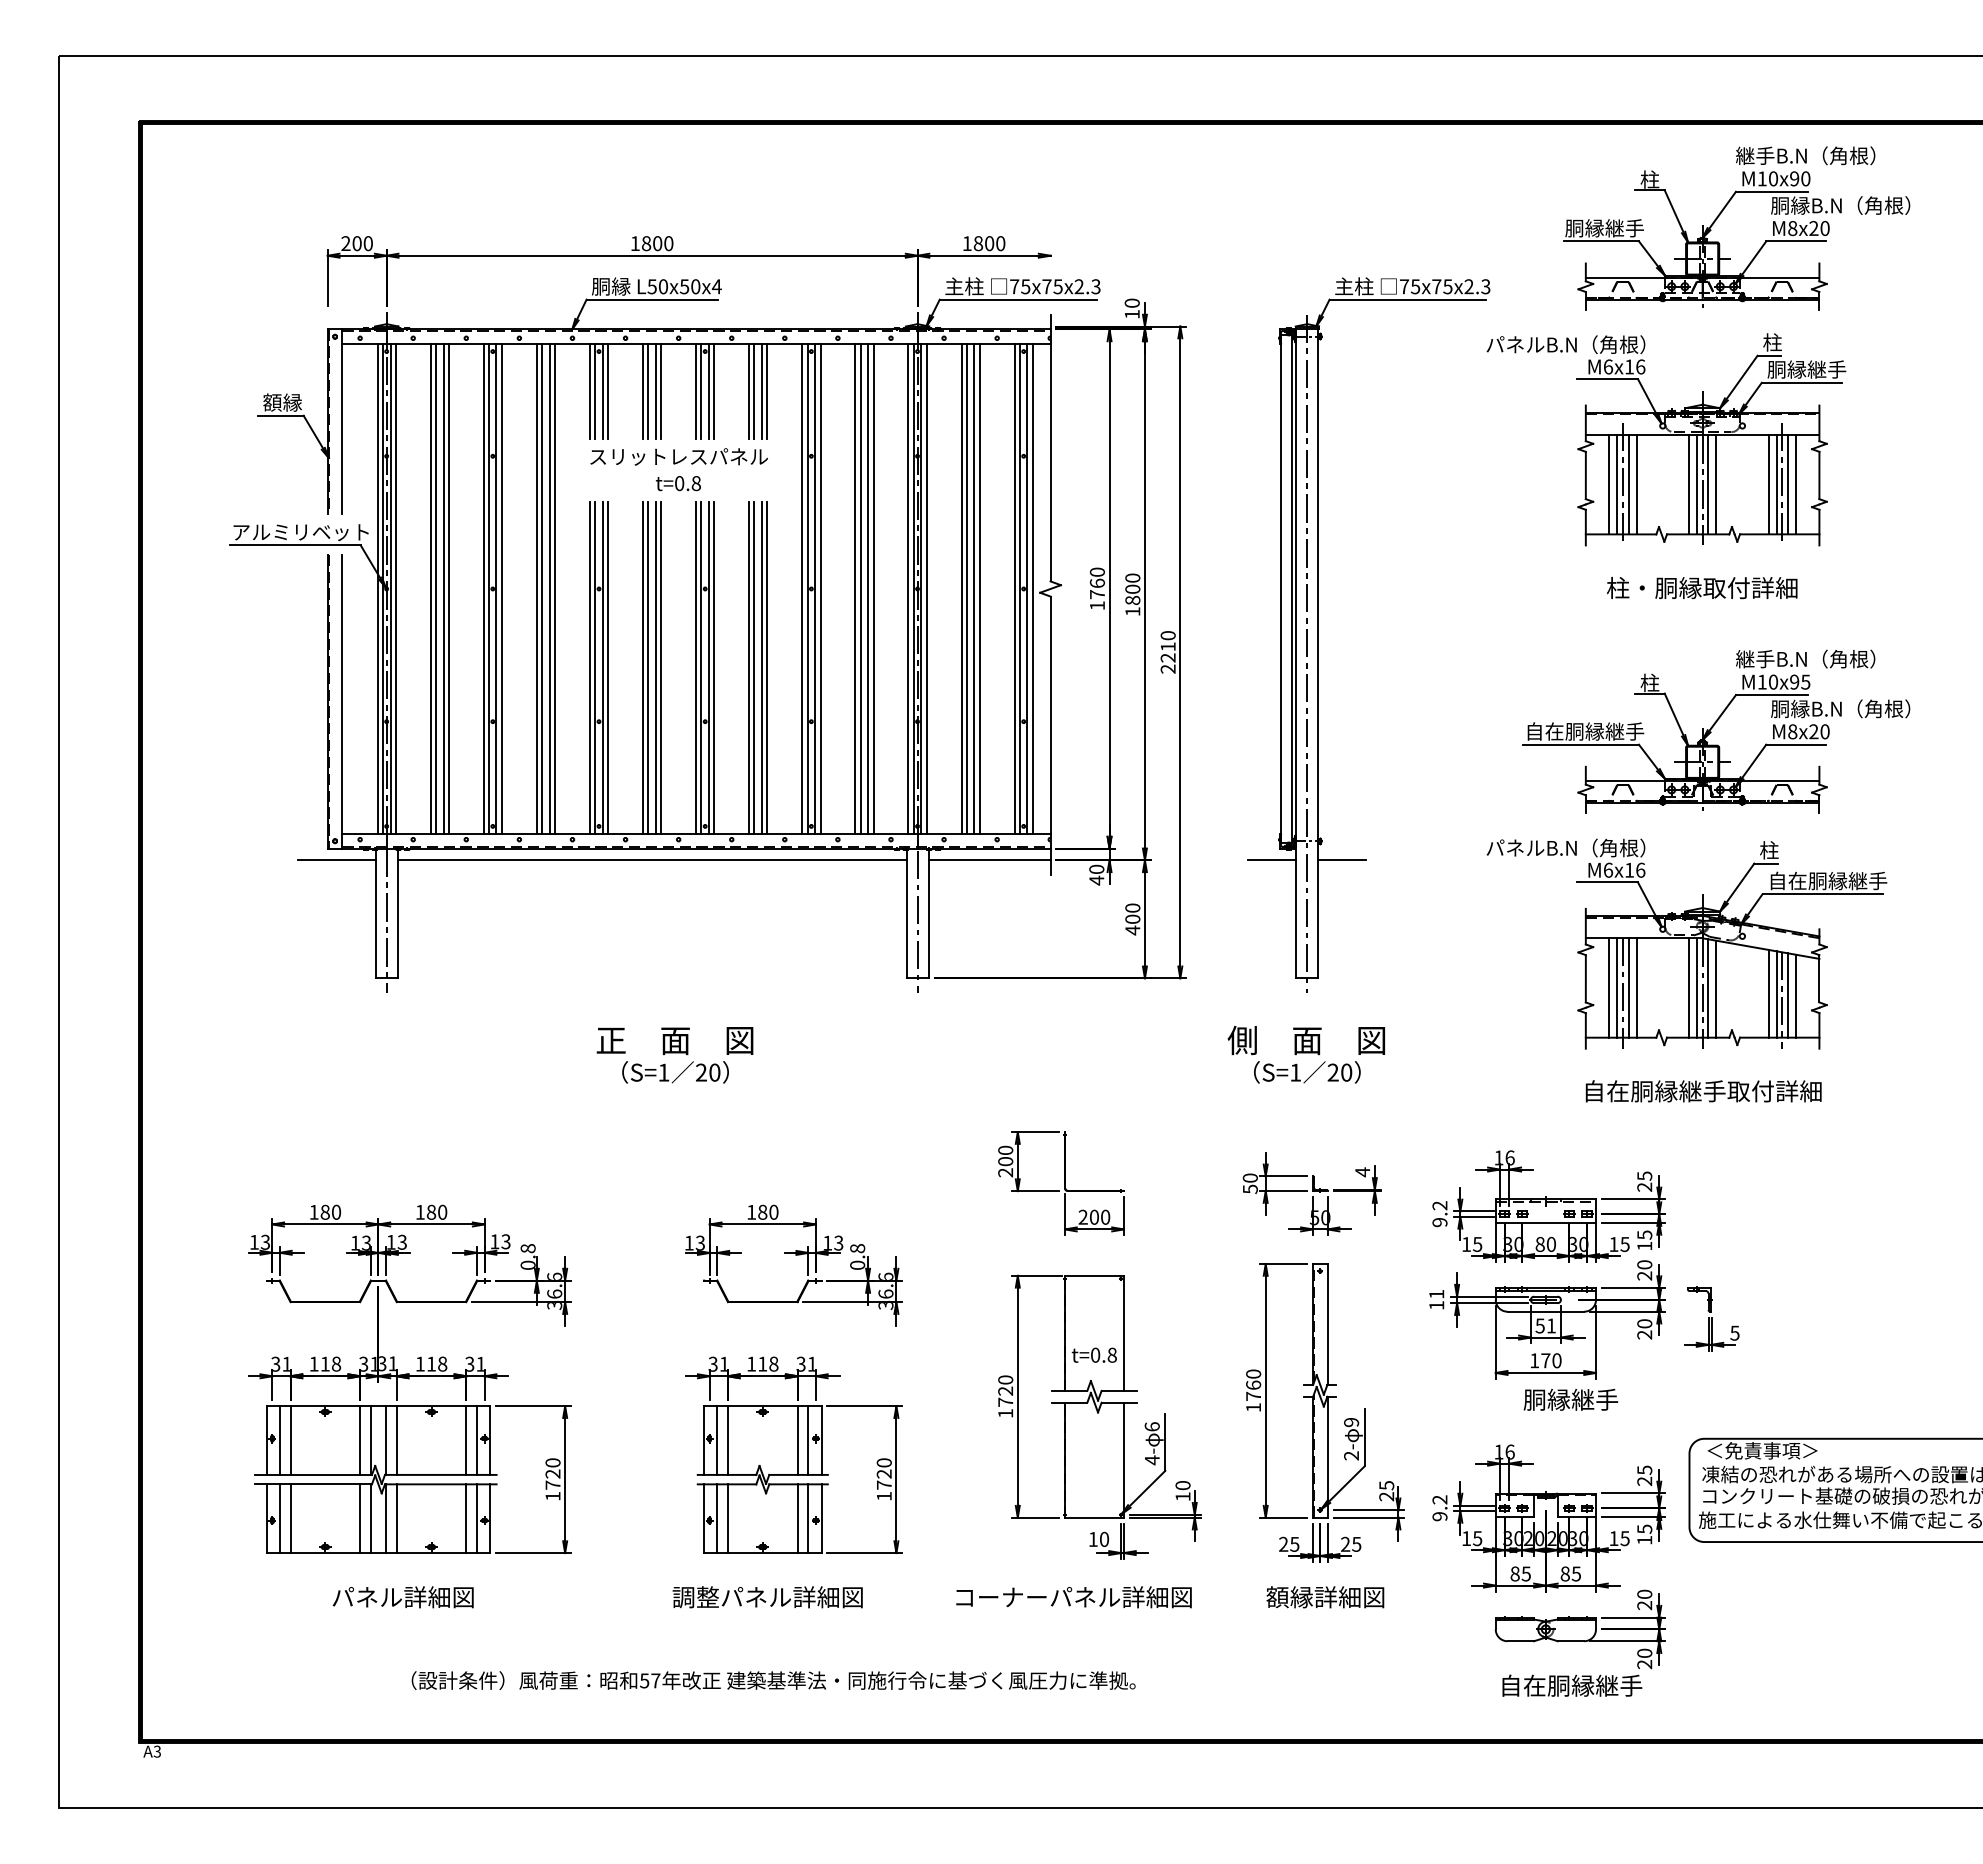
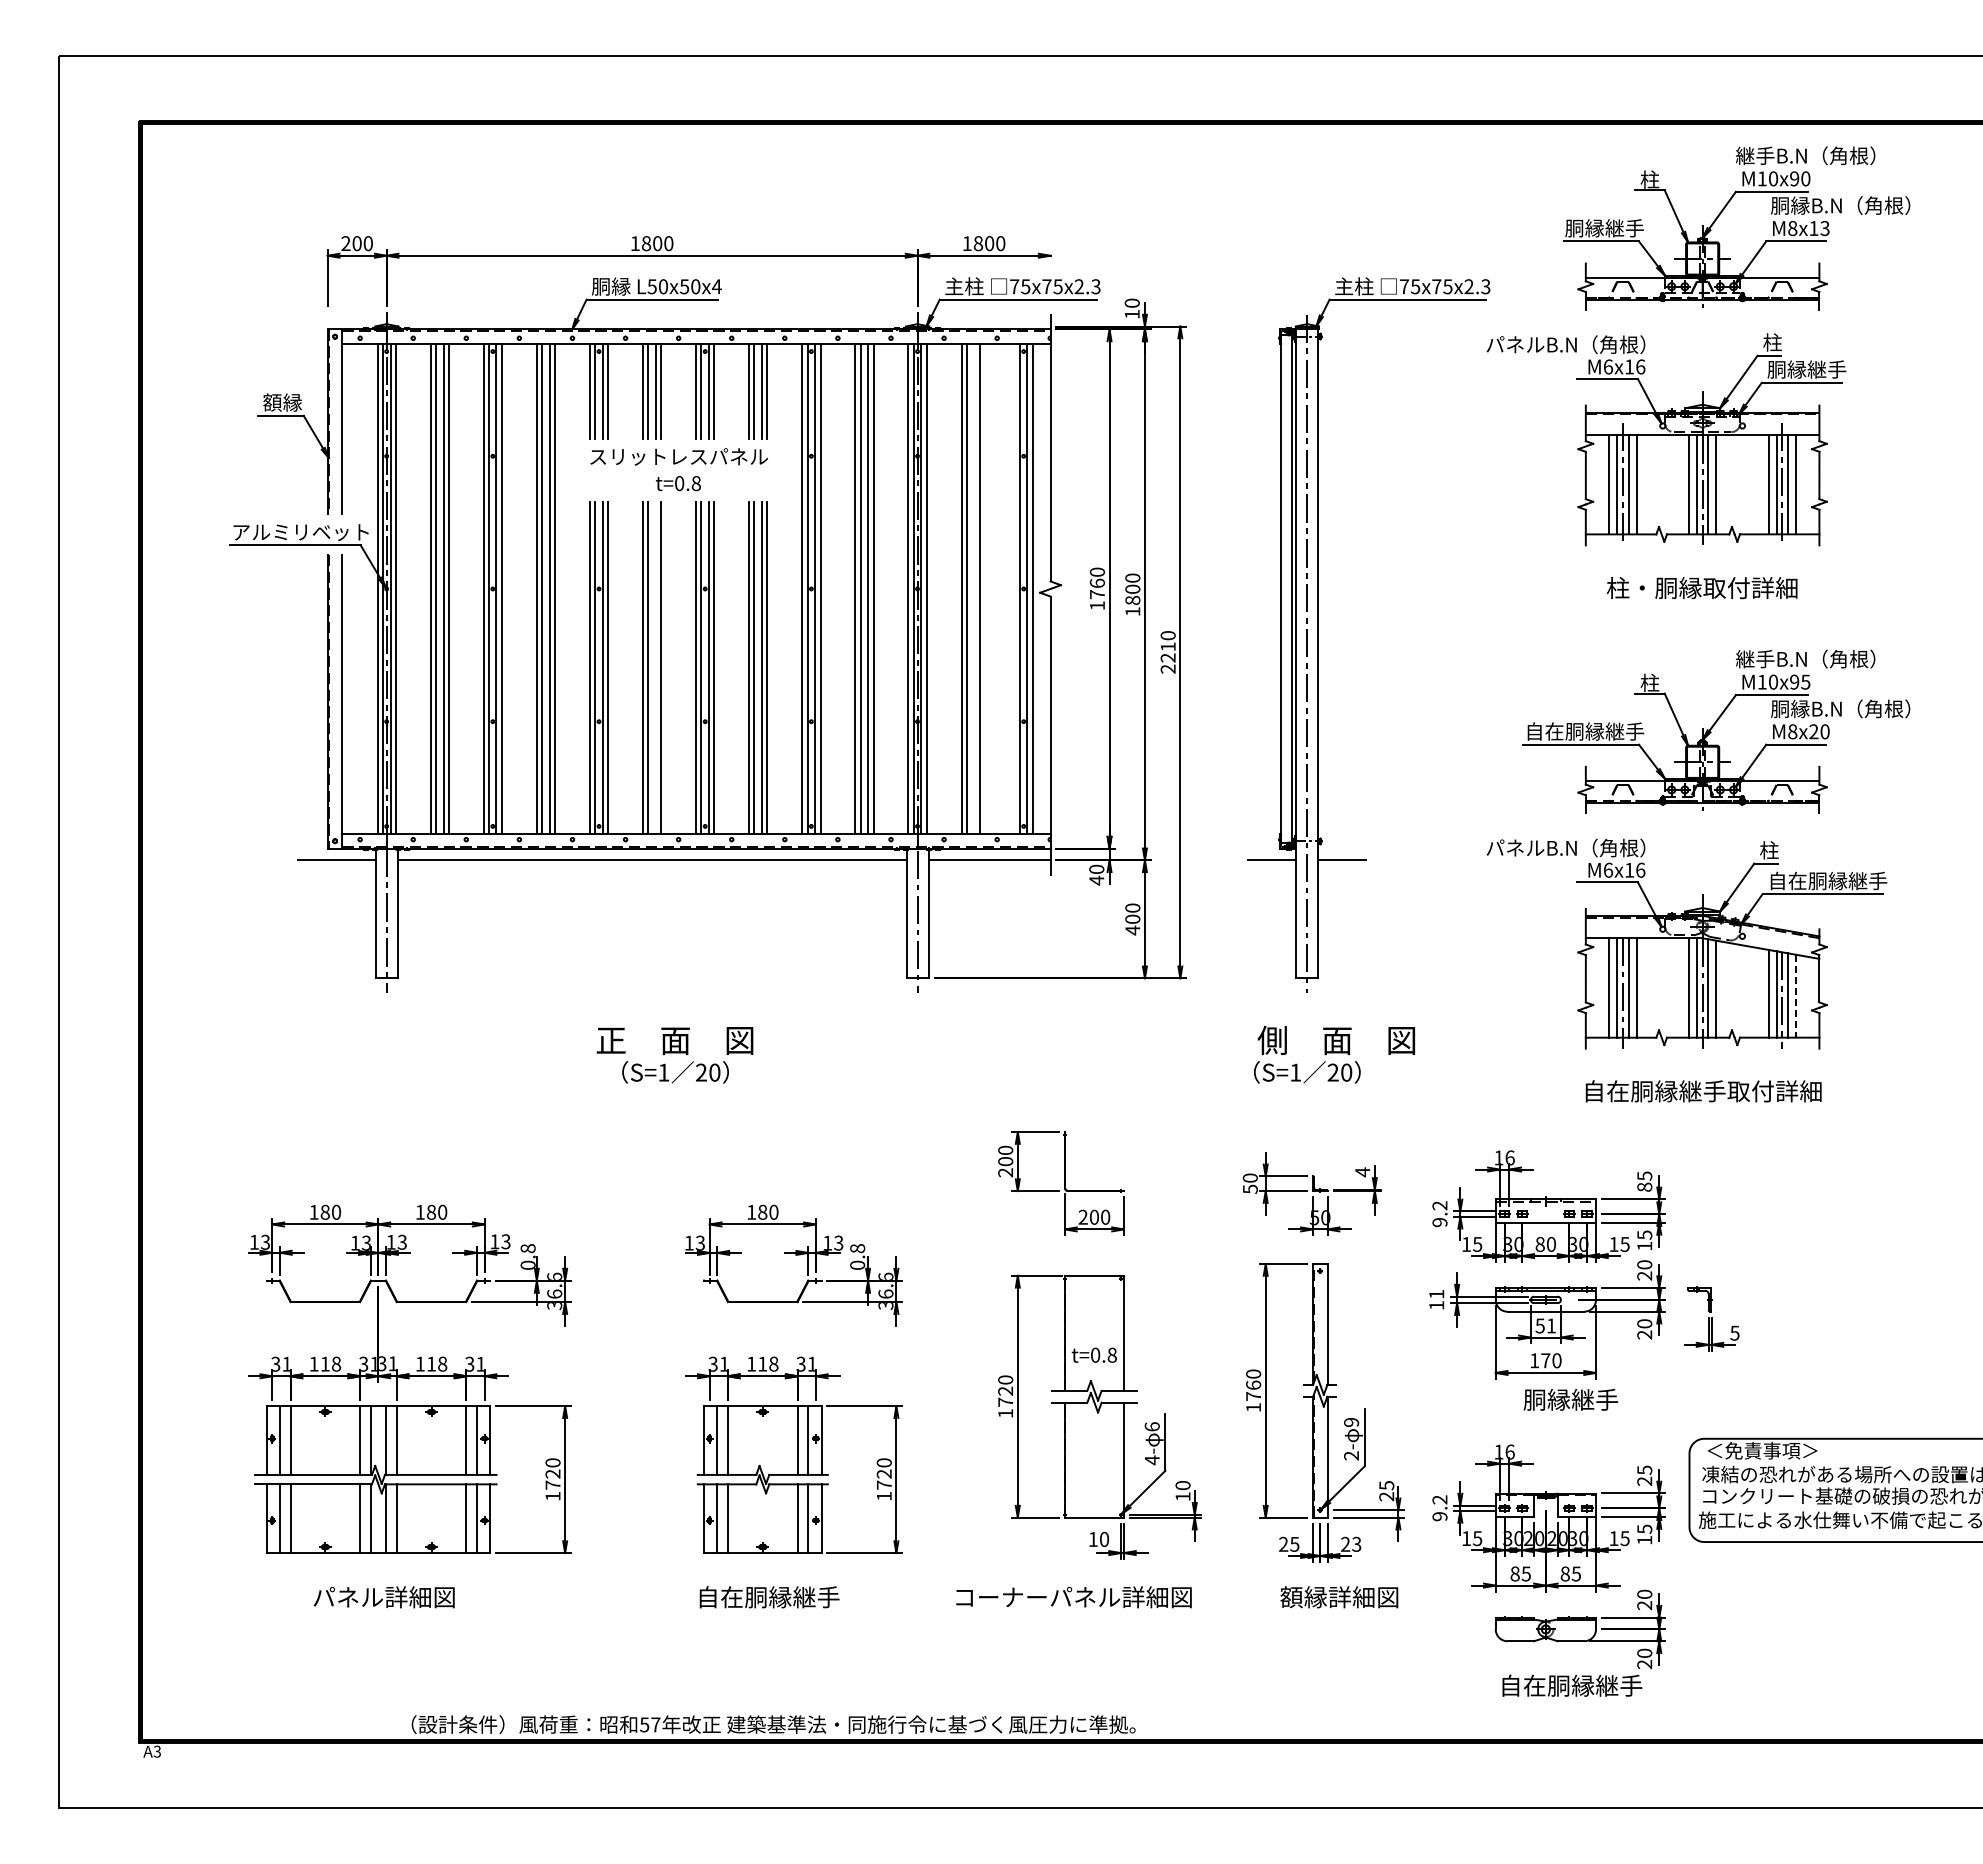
text at (1819, 227): M8x20 -> M8x13
line at (974, 588): present -> none
line at (1014, 588): present -> none
line at (655, 667): present -> none
line at (1795, 996): solid -> dashed
text at (1305, 1040) position: (1305, 1040) -> (1335, 1040)
text at (1644, 1186): 25 -> 85
text at (1356, 1543): 25 -> 23
text at (402, 1597) position: (402, 1597) -> (383, 1597)
text at (767, 1597): 調整パネル詳細図 -> 自在胴縁継手
text at (1325, 1597) position: (1325, 1597) -> (1339, 1597)
text at (773, 1680) position: (773, 1680) -> (773, 1724)
